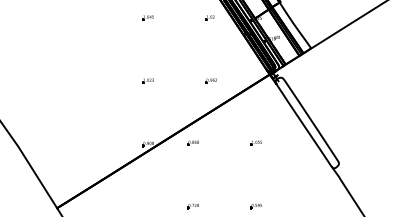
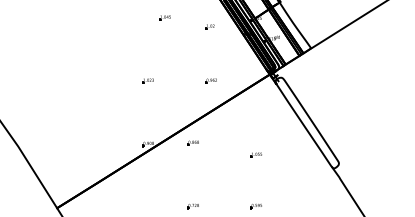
part at (147, 17) position: (147, 17) -> (164, 17)
part at (209, 17) position: (209, 17) -> (209, 26)
part at (255, 142) position: (255, 142) -> (255, 154)
